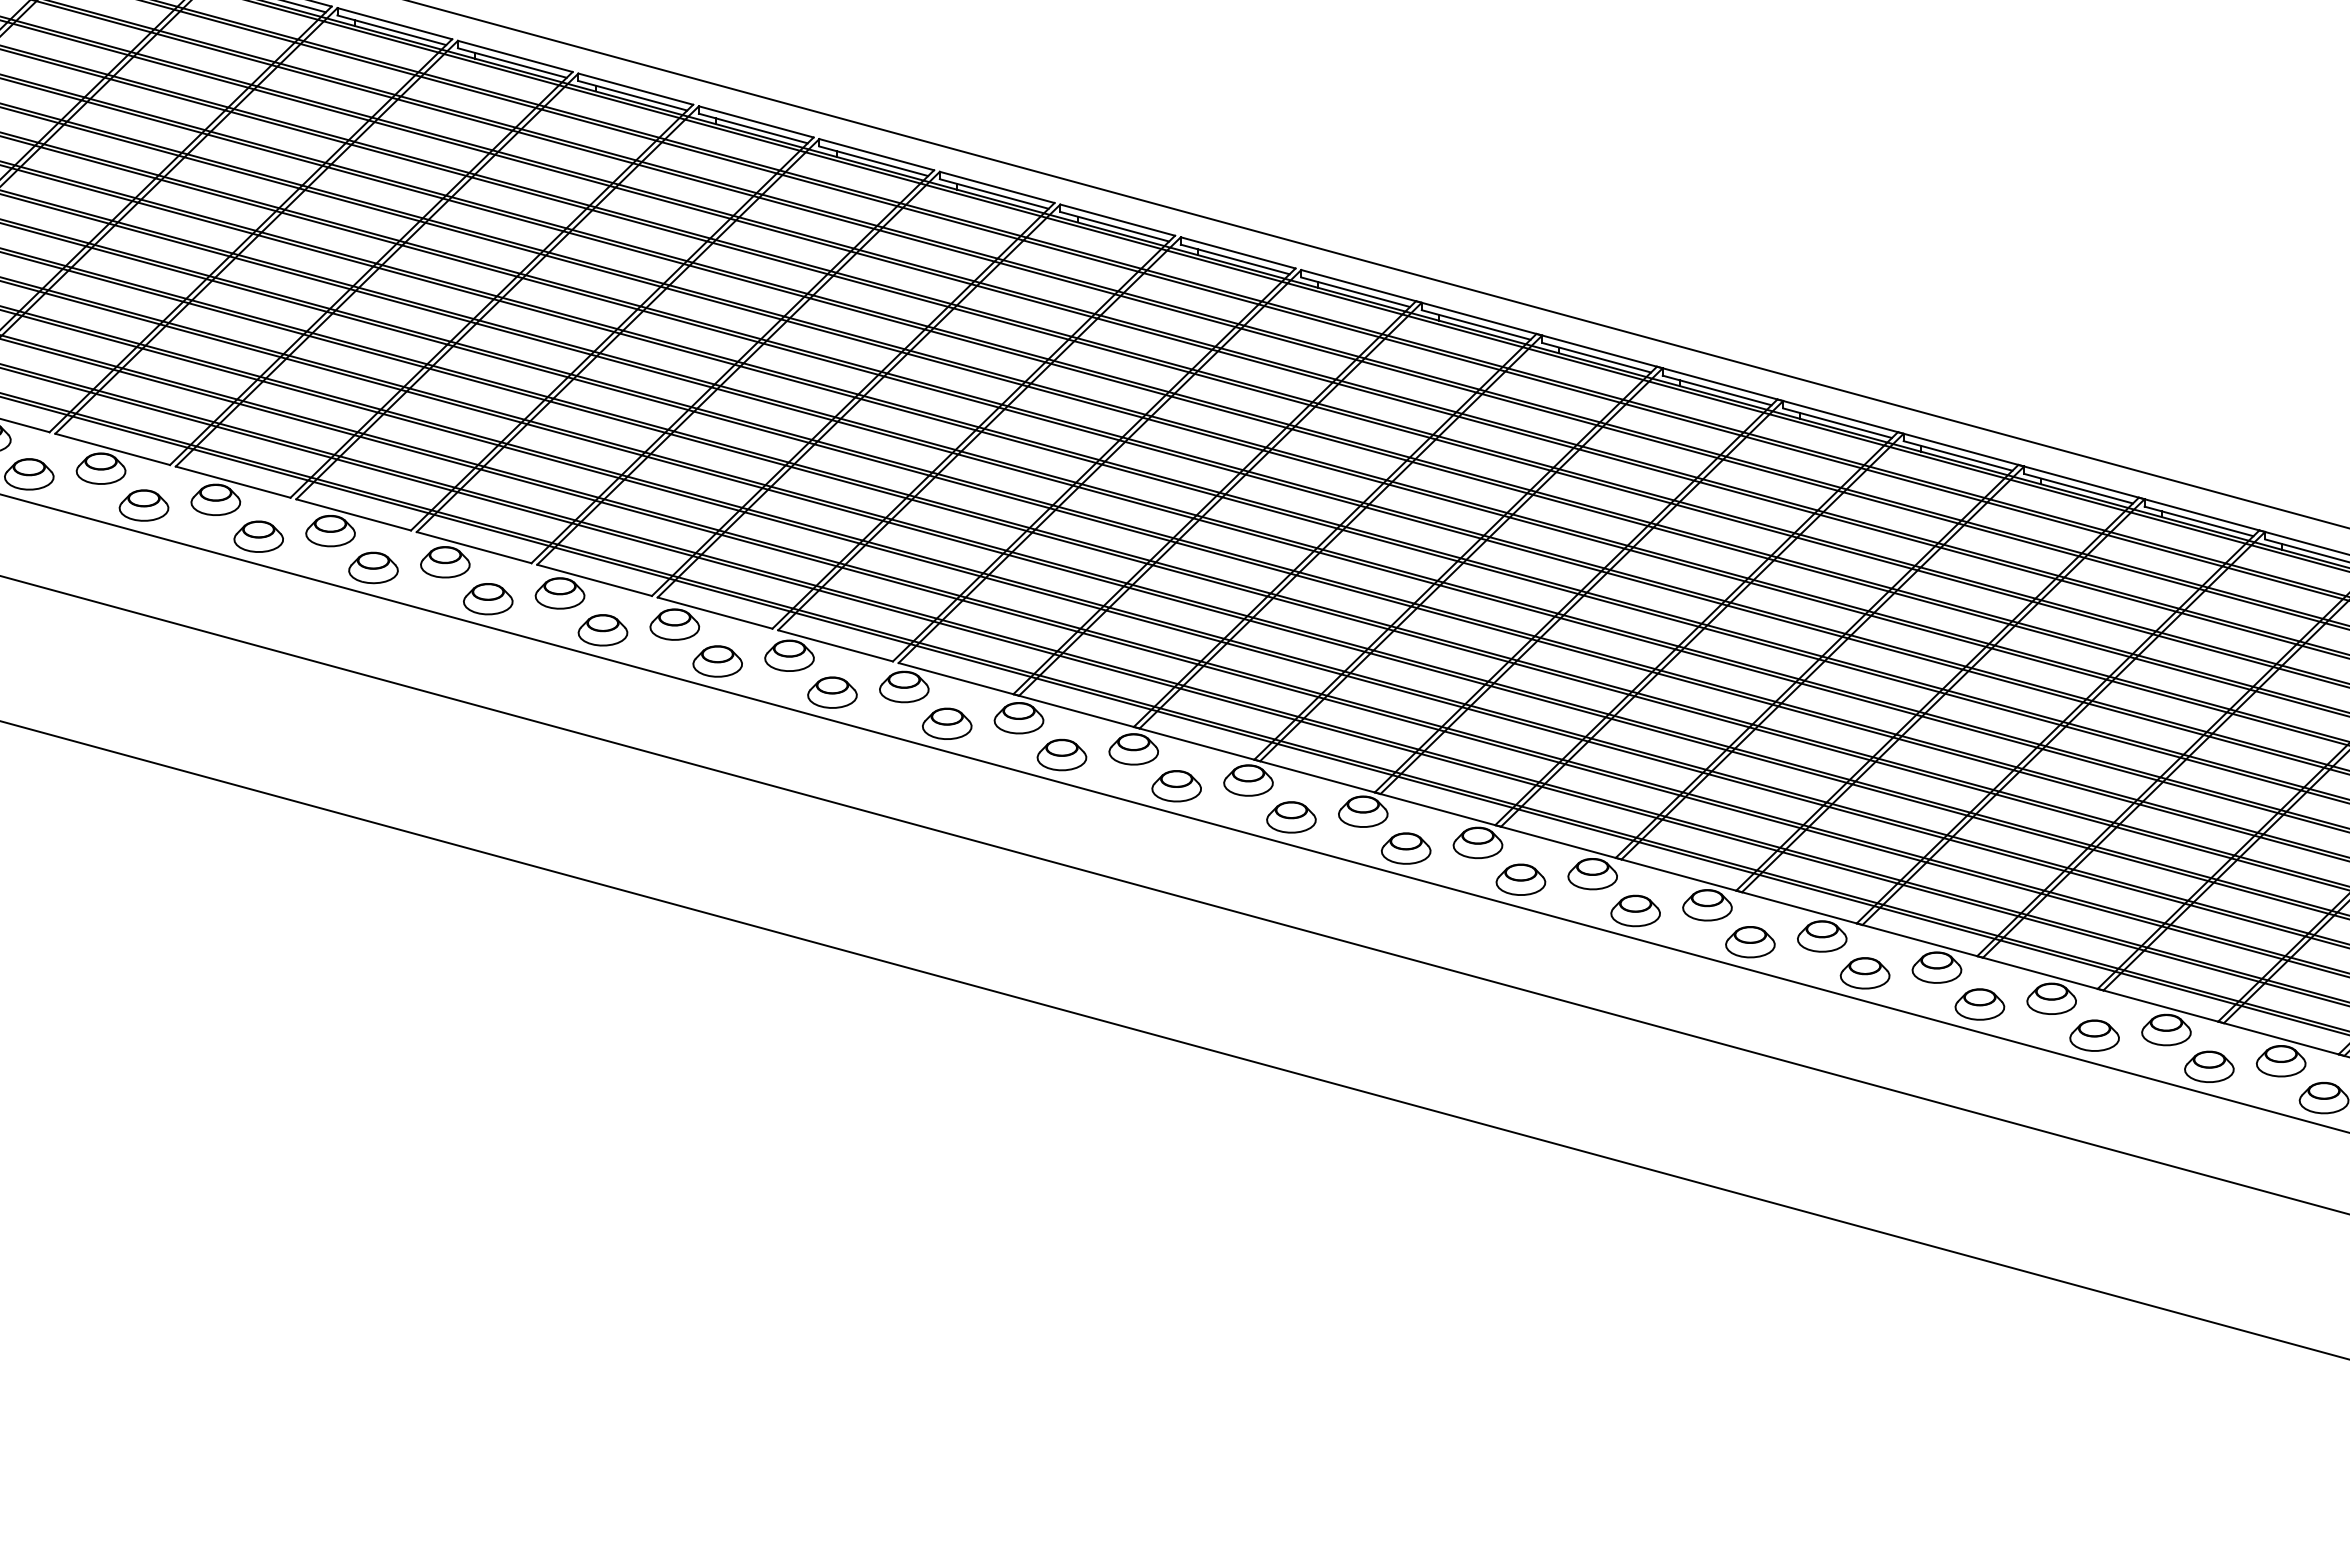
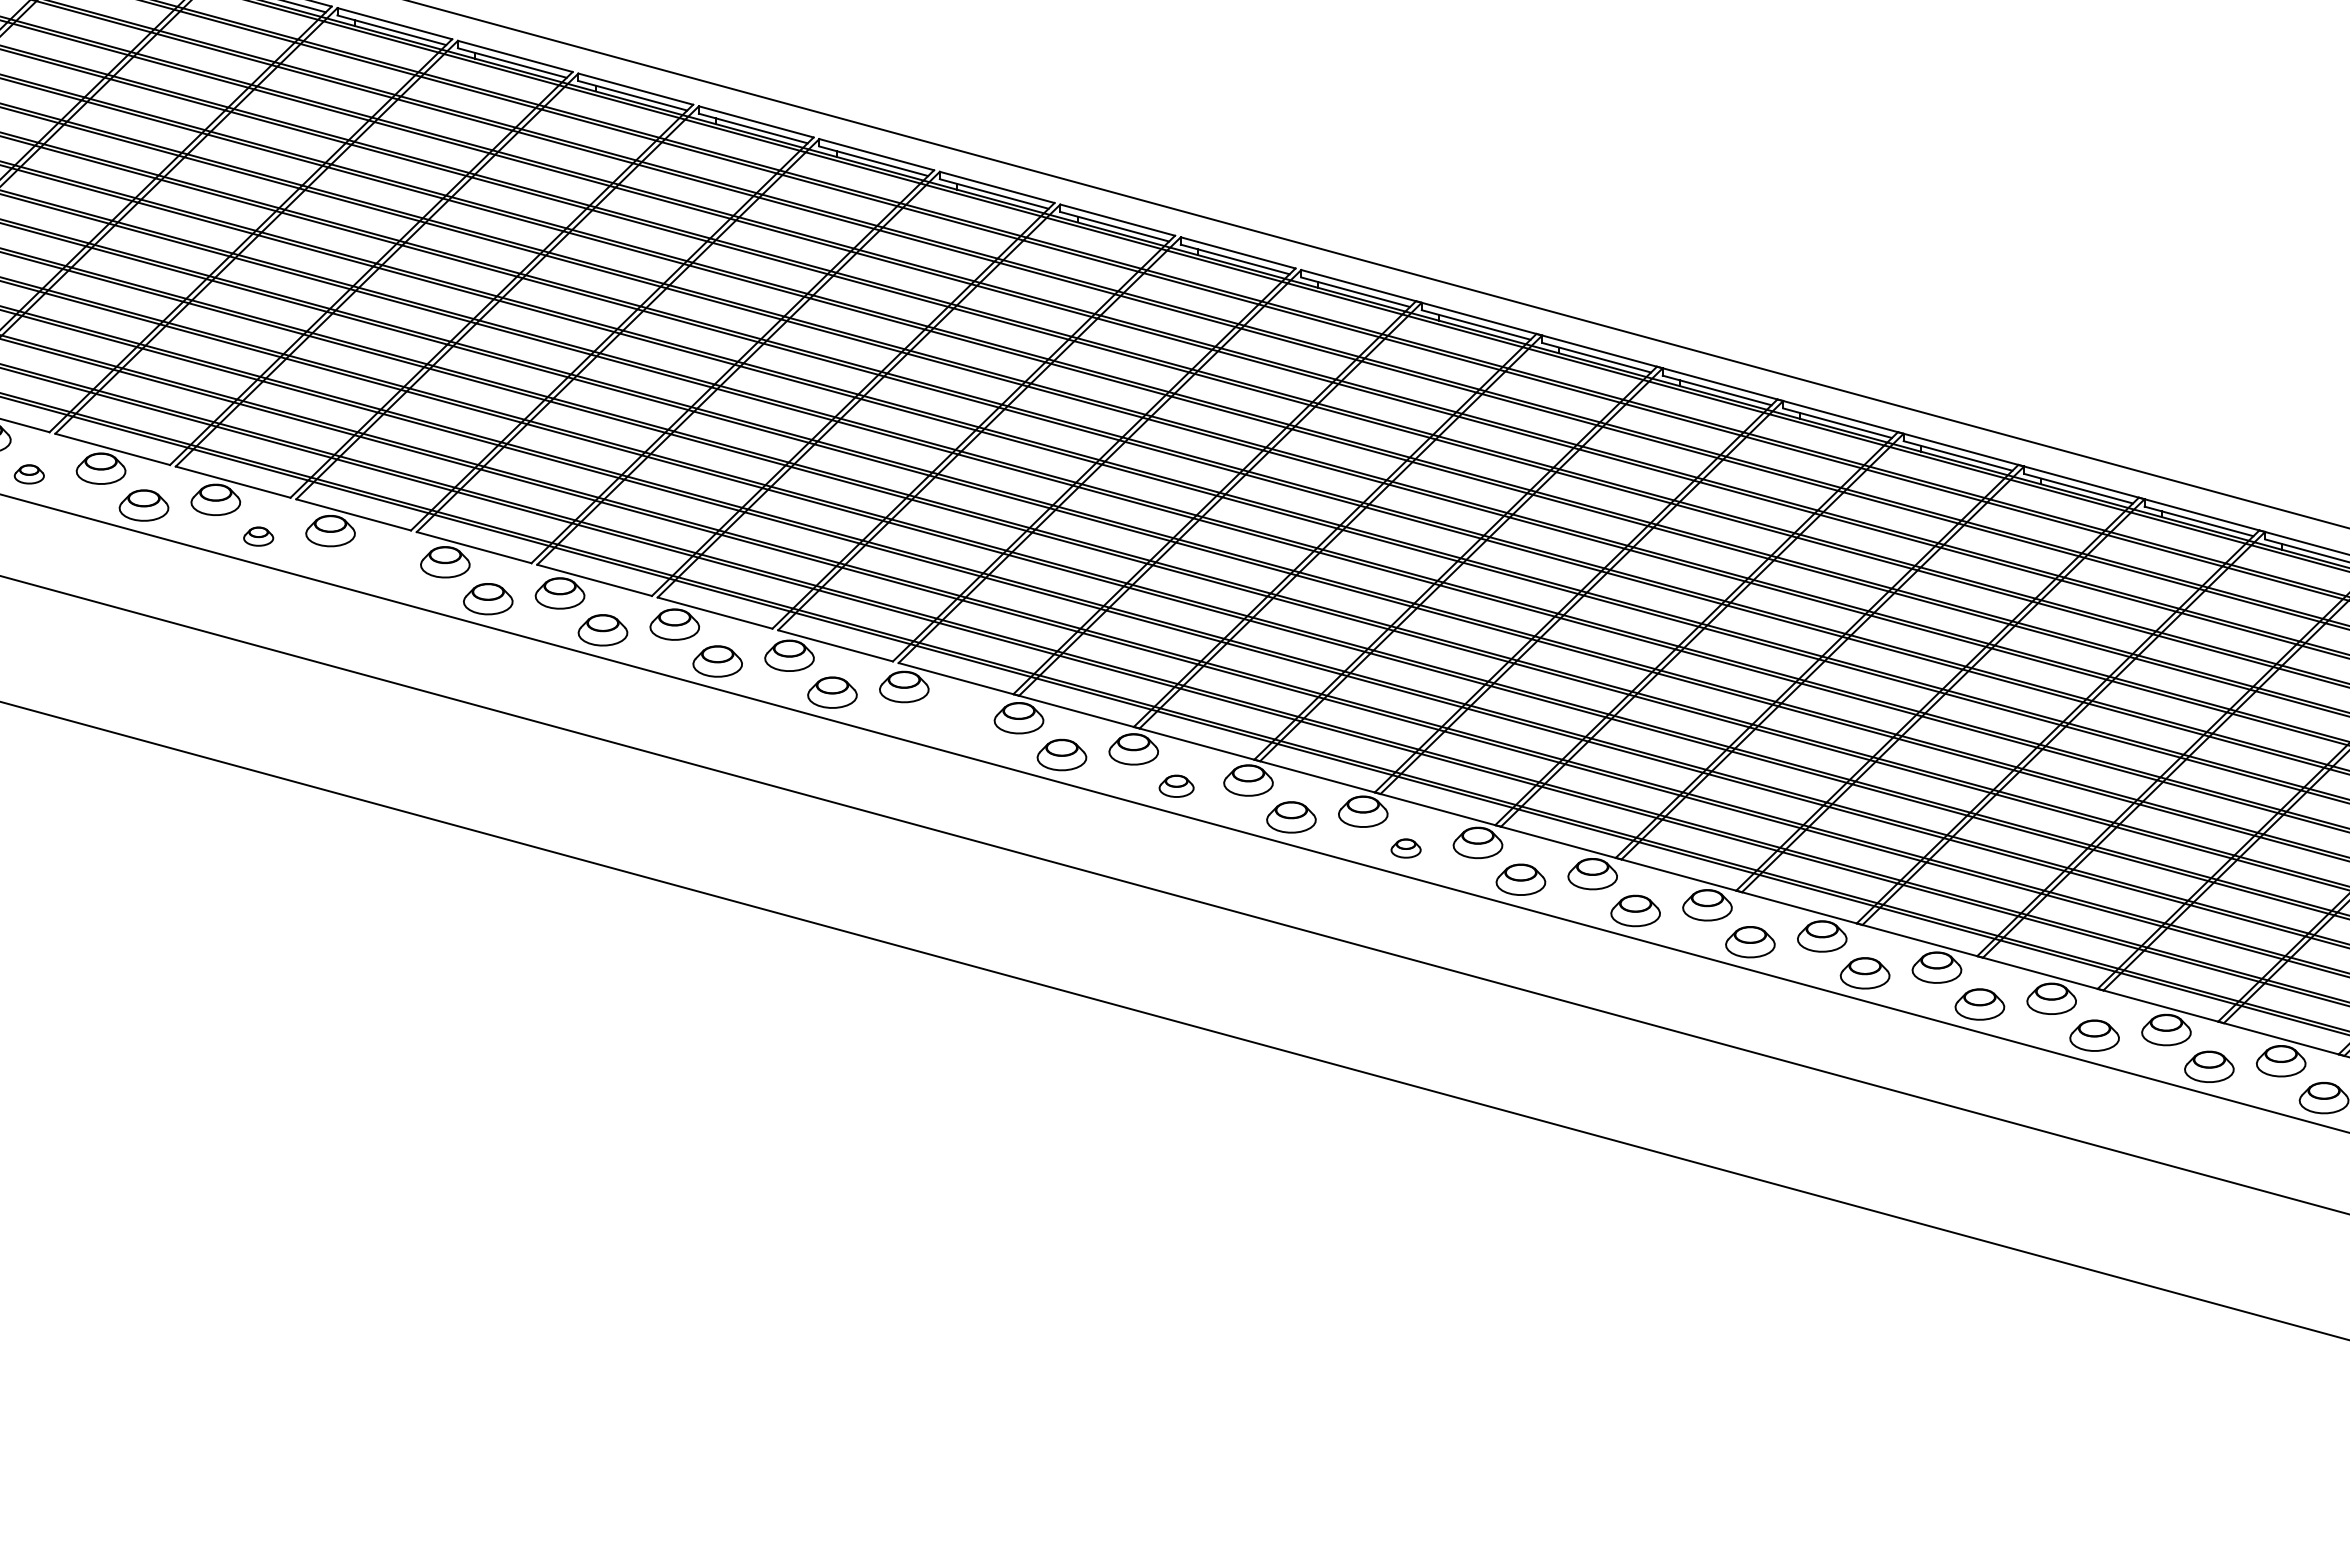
part at (29, 474) size: 51x33 px -> 32x21 px
part at (258, 536) size: 51x33 px -> 32x21 px
part at (373, 567): present -> none
part at (947, 723): present -> none
part at (1176, 786) size: 51x33 px -> 37x24 px
part at (1405, 848) size: 52x33 px -> 32x21 px
line at (1174, 1039) position: (1174, 1039) -> (1174, 1020)
